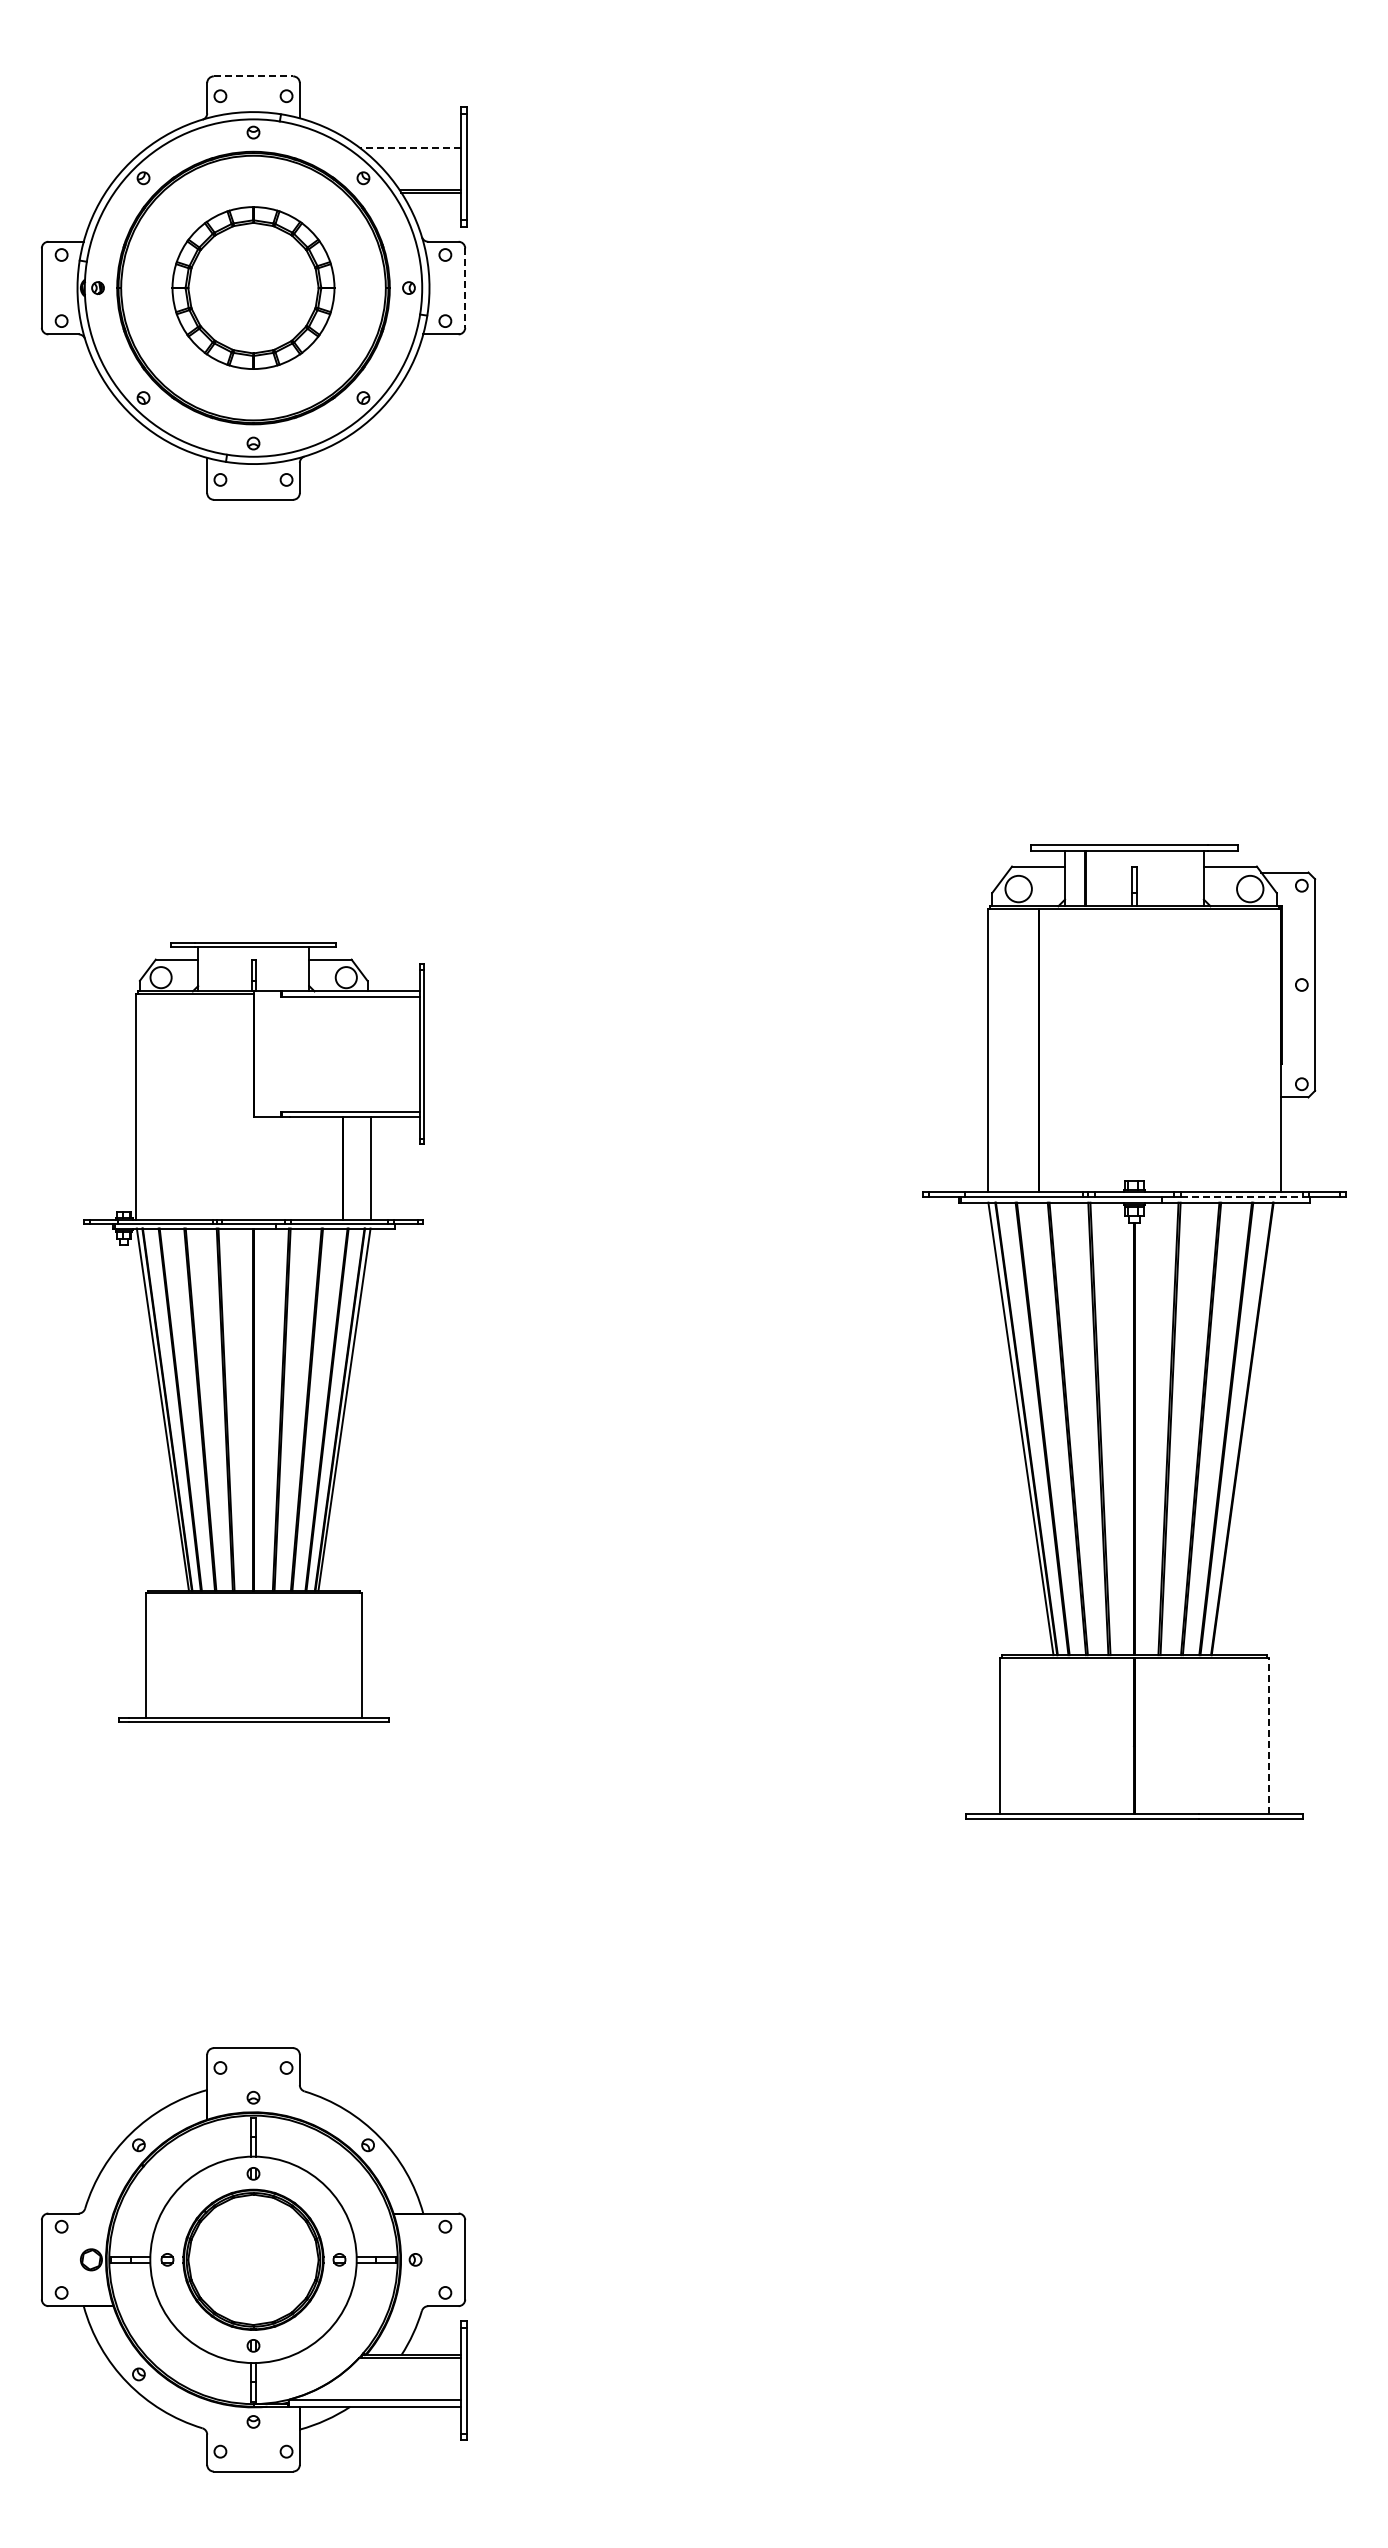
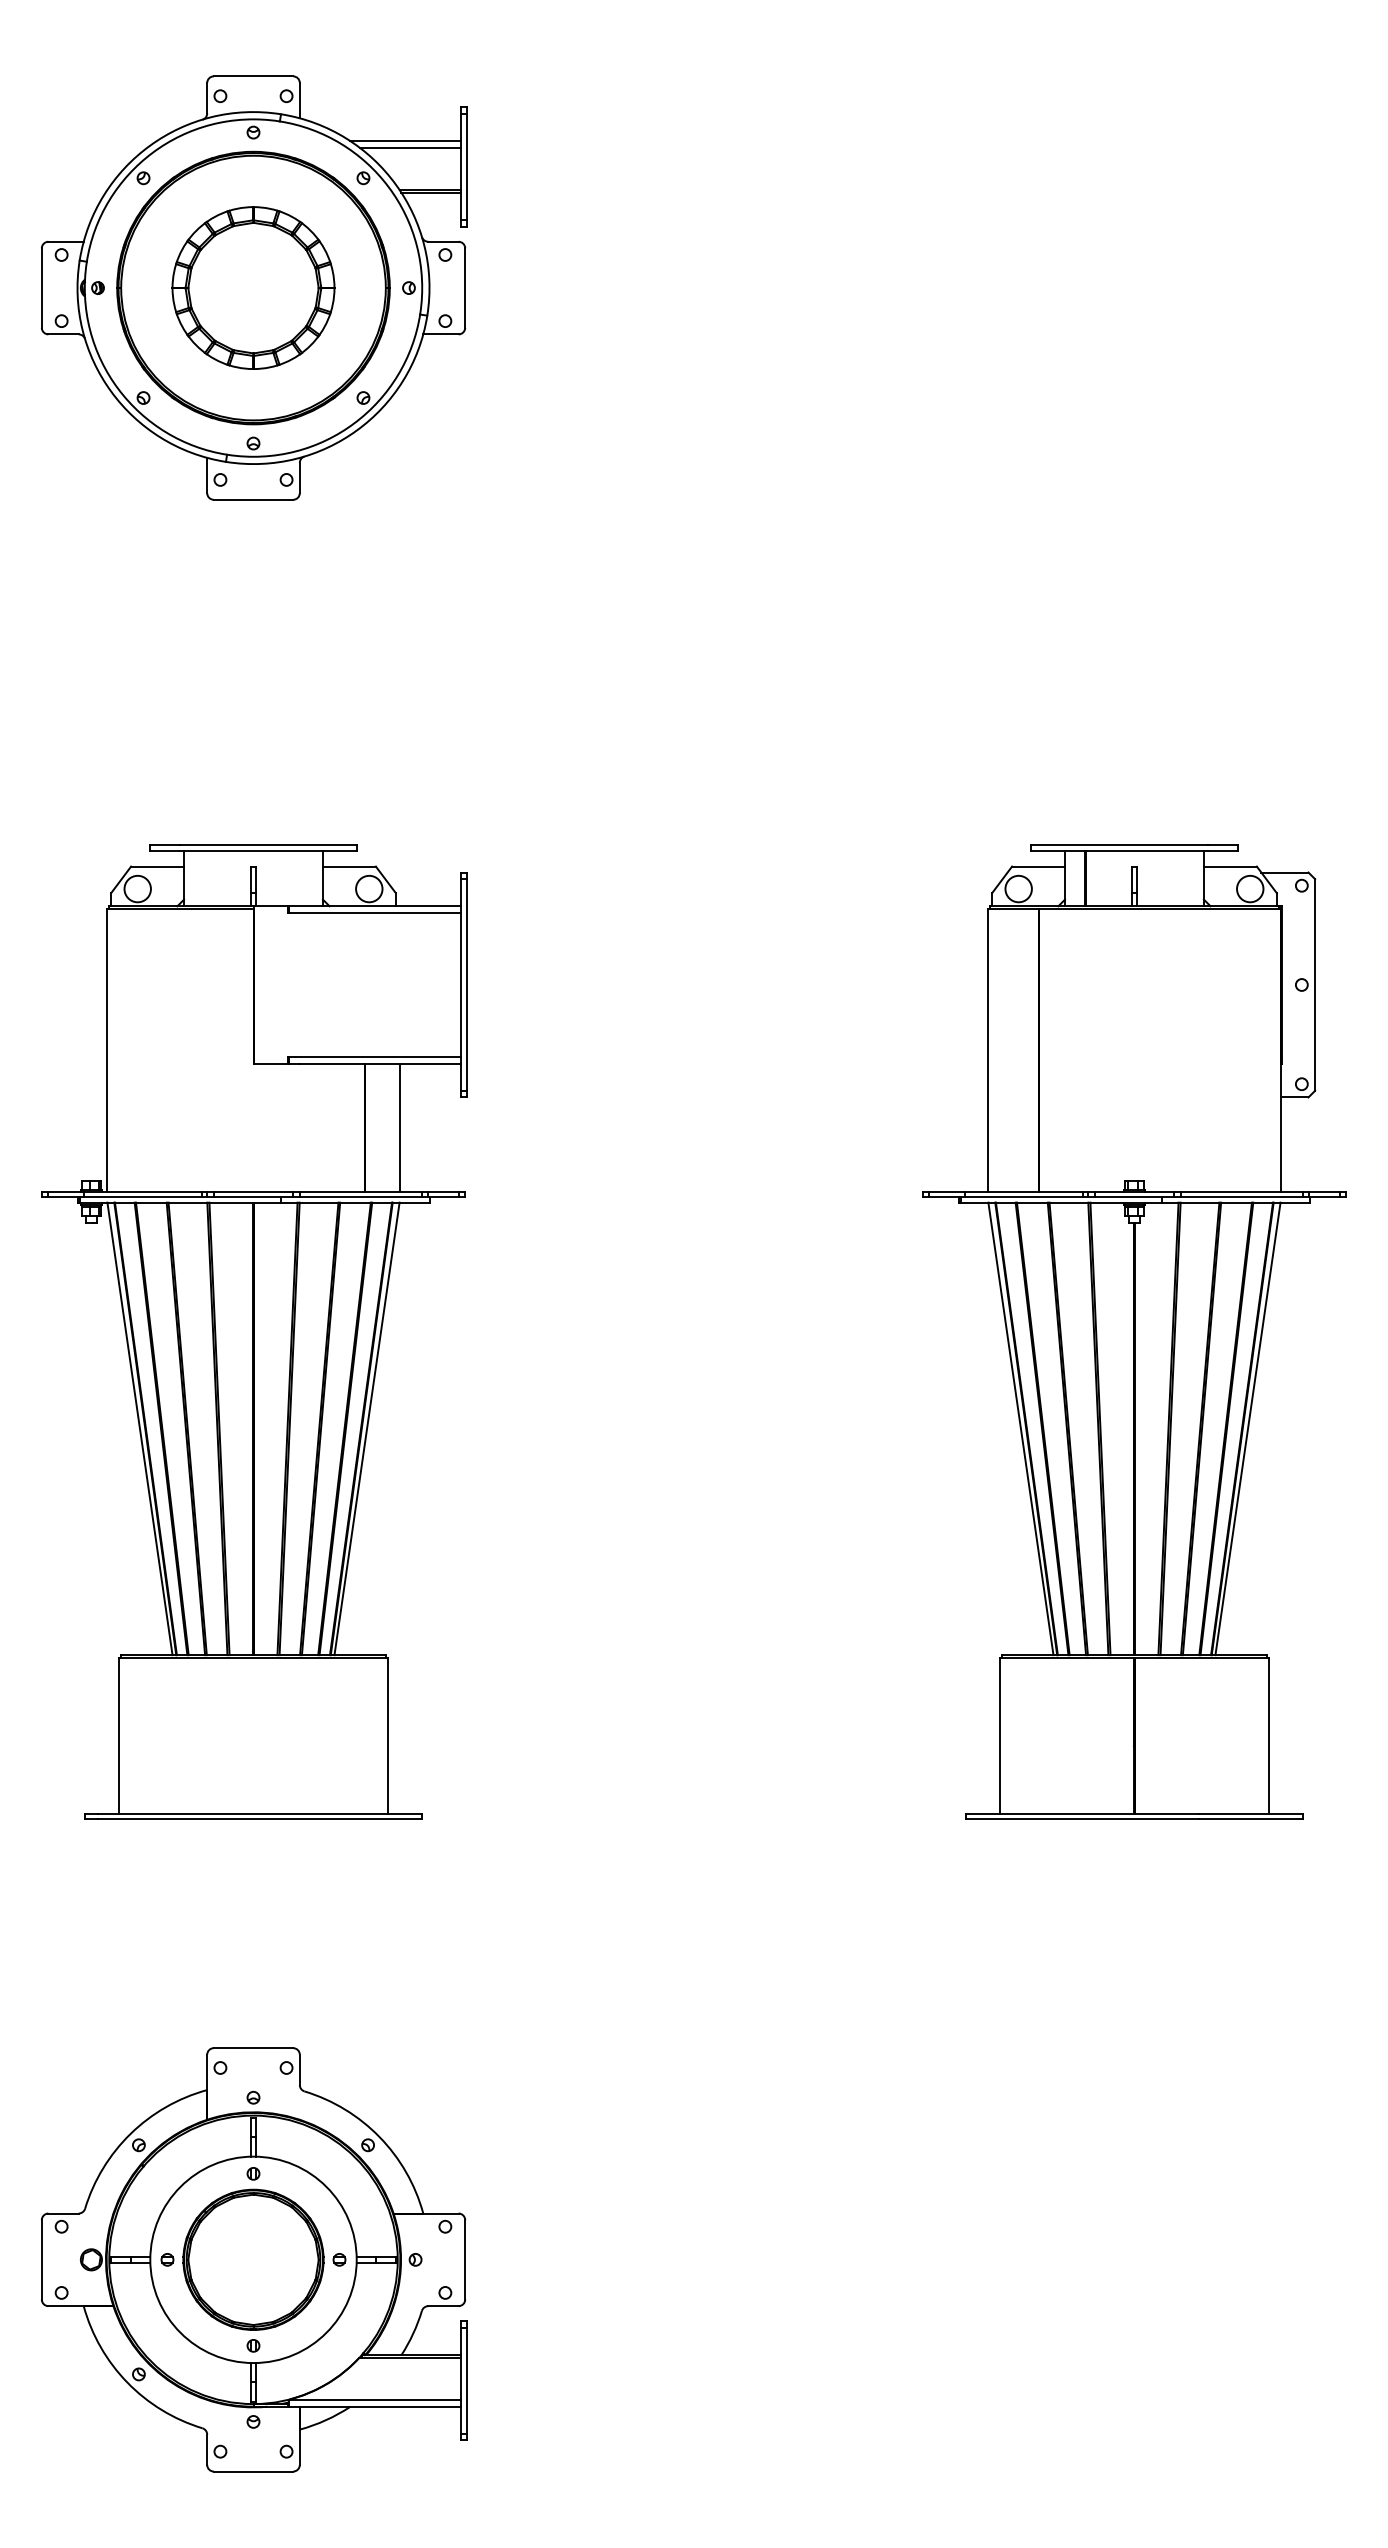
line at (253, 76): dashed -> solid
line at (405, 141): none -> present
line at (410, 148): dashed -> solid
line at (465, 288): dashed -> solid
line at (1242, 1197): dashed -> solid
part at (253, 1332) size: 342x781 px -> 427x976 px
line at (1247, 1428): none -> present
line at (1269, 1735): dashed -> solid
